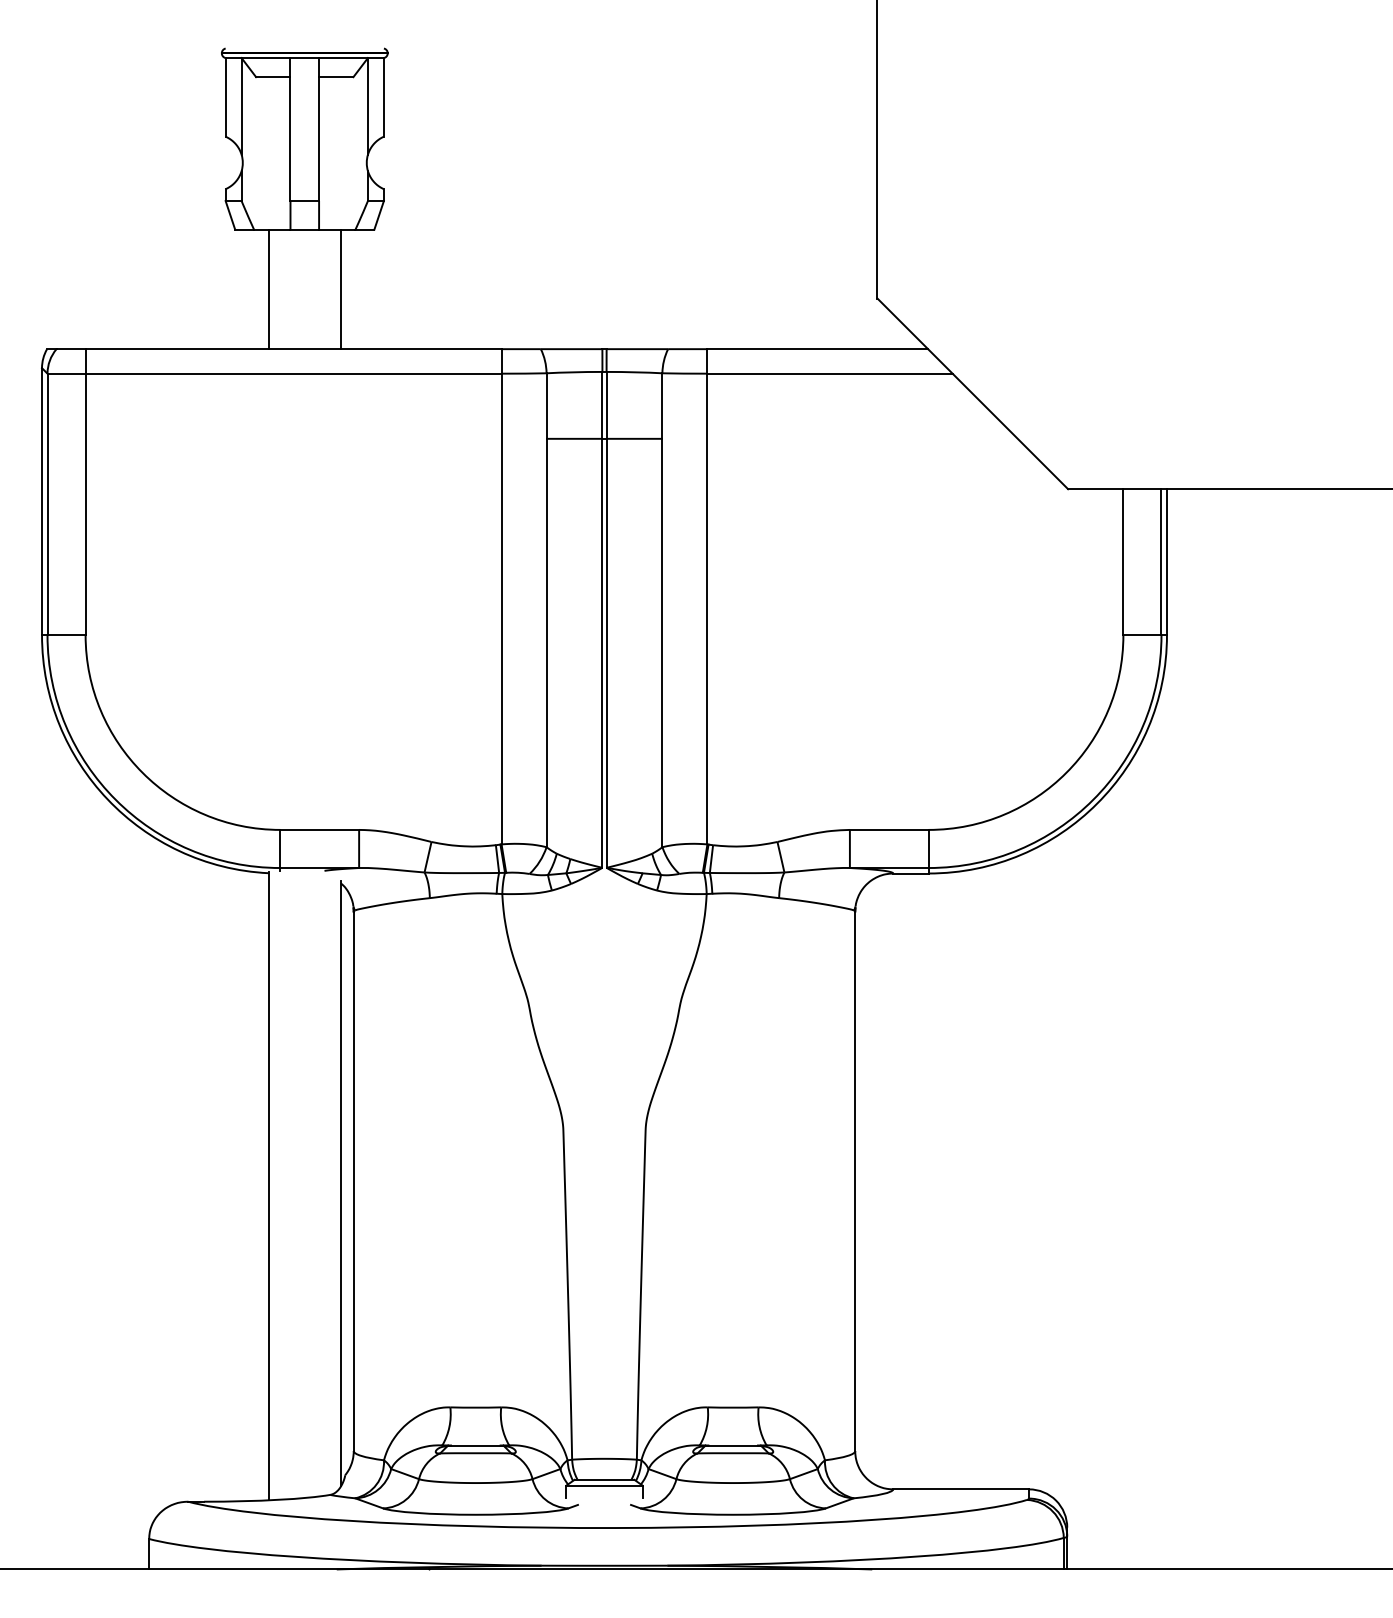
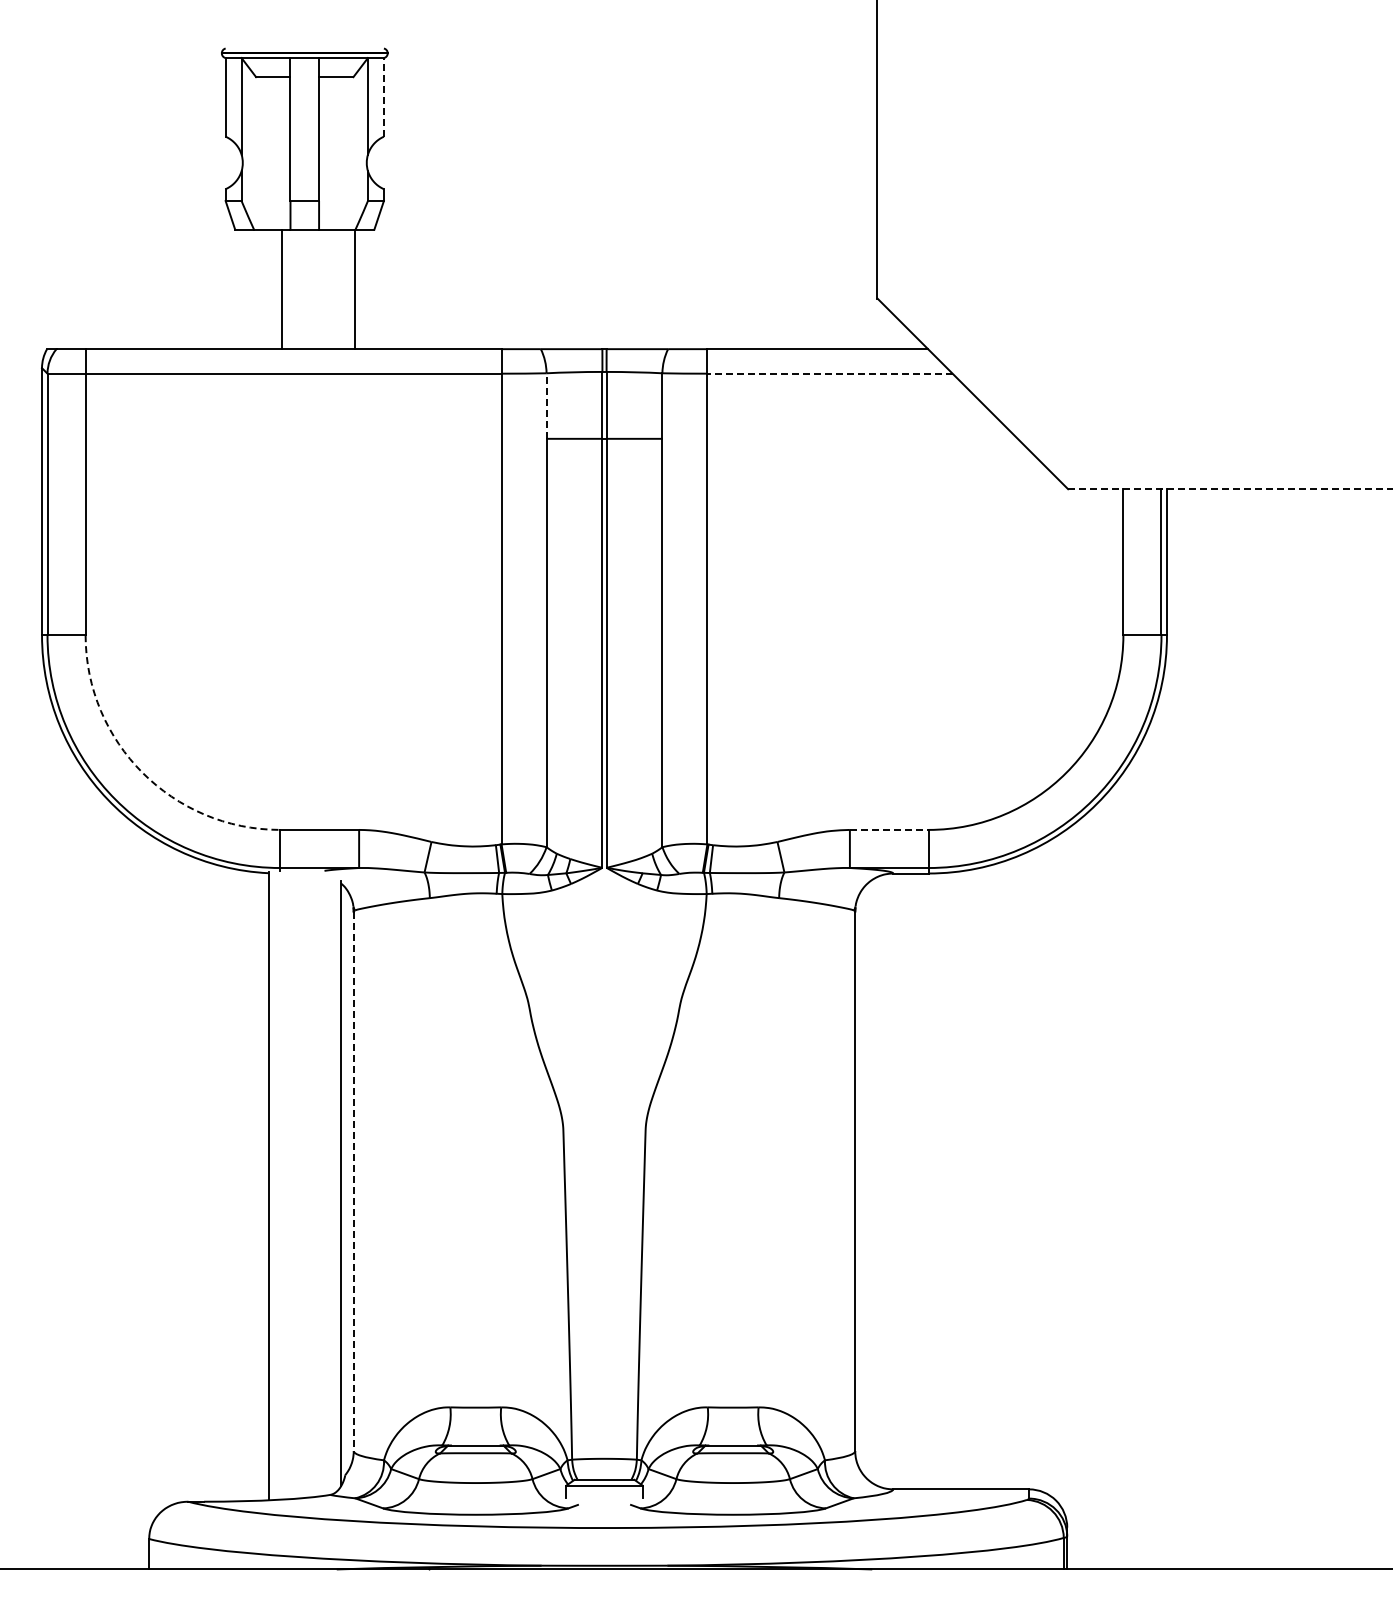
line at (383, 96): solid -> dashed
line at (268, 289) position: (268, 289) -> (281, 289)
line at (341, 289) position: (341, 289) -> (355, 289)
line at (830, 373): solid -> dashed
line at (546, 406): solid -> dashed
line at (1230, 489): solid -> dashed
arc at (142, 772): solid -> dashed
line at (889, 829): solid -> dashed
line at (353, 1181): solid -> dashed
